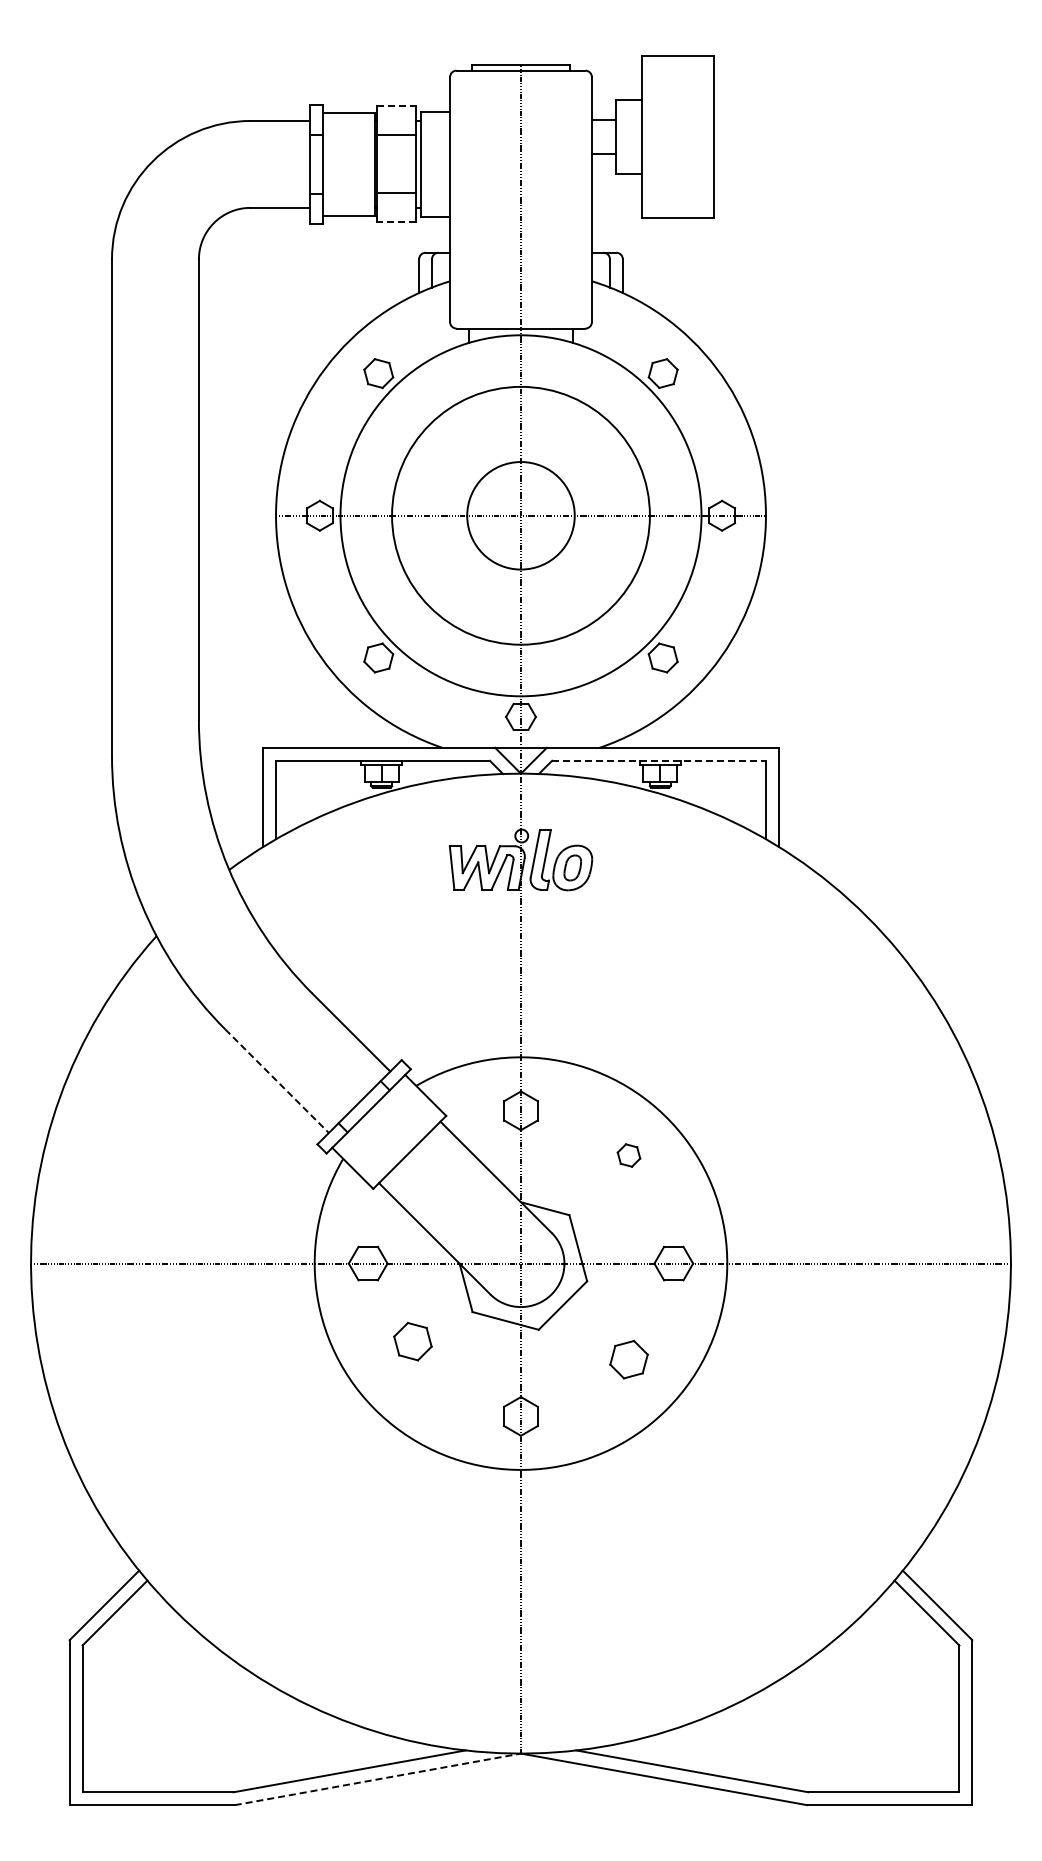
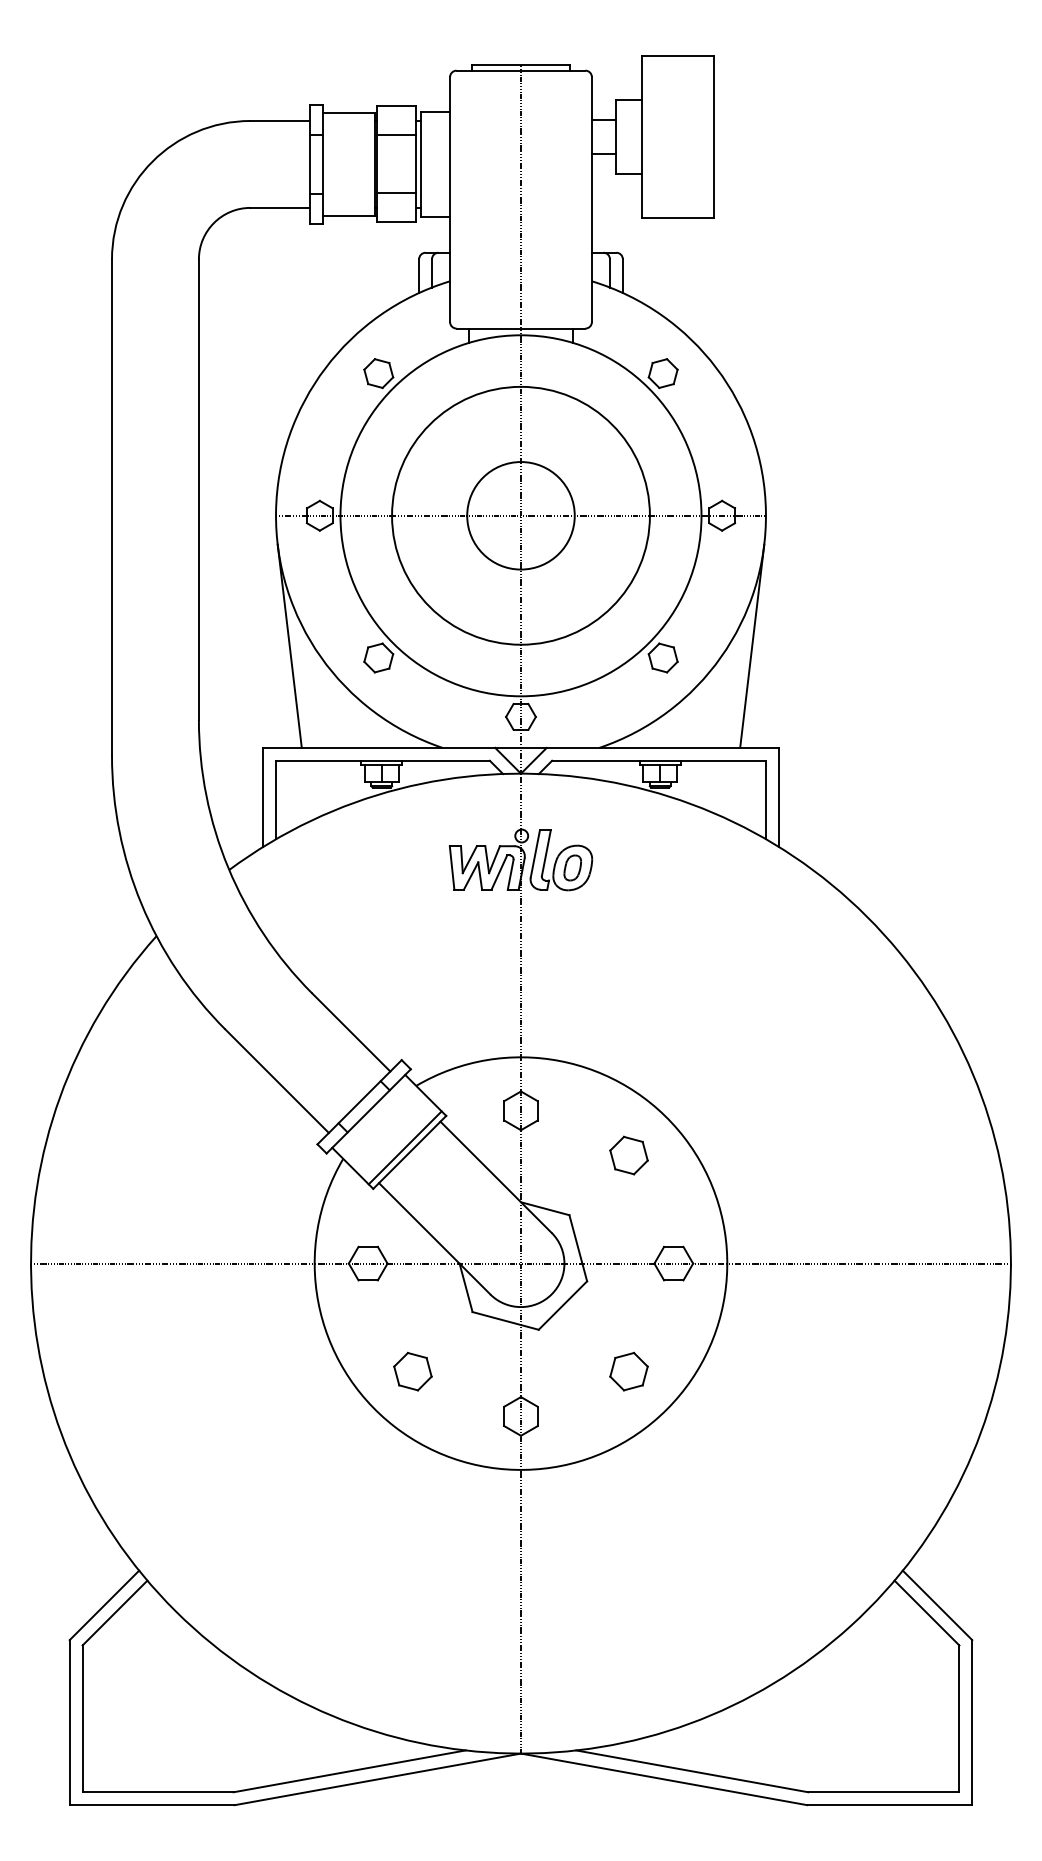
line at (397, 106): dashed -> solid
line at (396, 222): dashed -> solid
line at (289, 645): none -> present
line at (752, 645): none -> present
line at (659, 760): dashed -> solid
line at (277, 1081): dashed -> solid
line at (404, 1147): none -> present
part at (628, 1155) size: 26x25 px -> 40x41 px
part at (412, 1341) position: (412, 1341) -> (412, 1371)
part at (628, 1359) position: (628, 1359) -> (628, 1371)
line at (378, 1779): dashed -> solid
